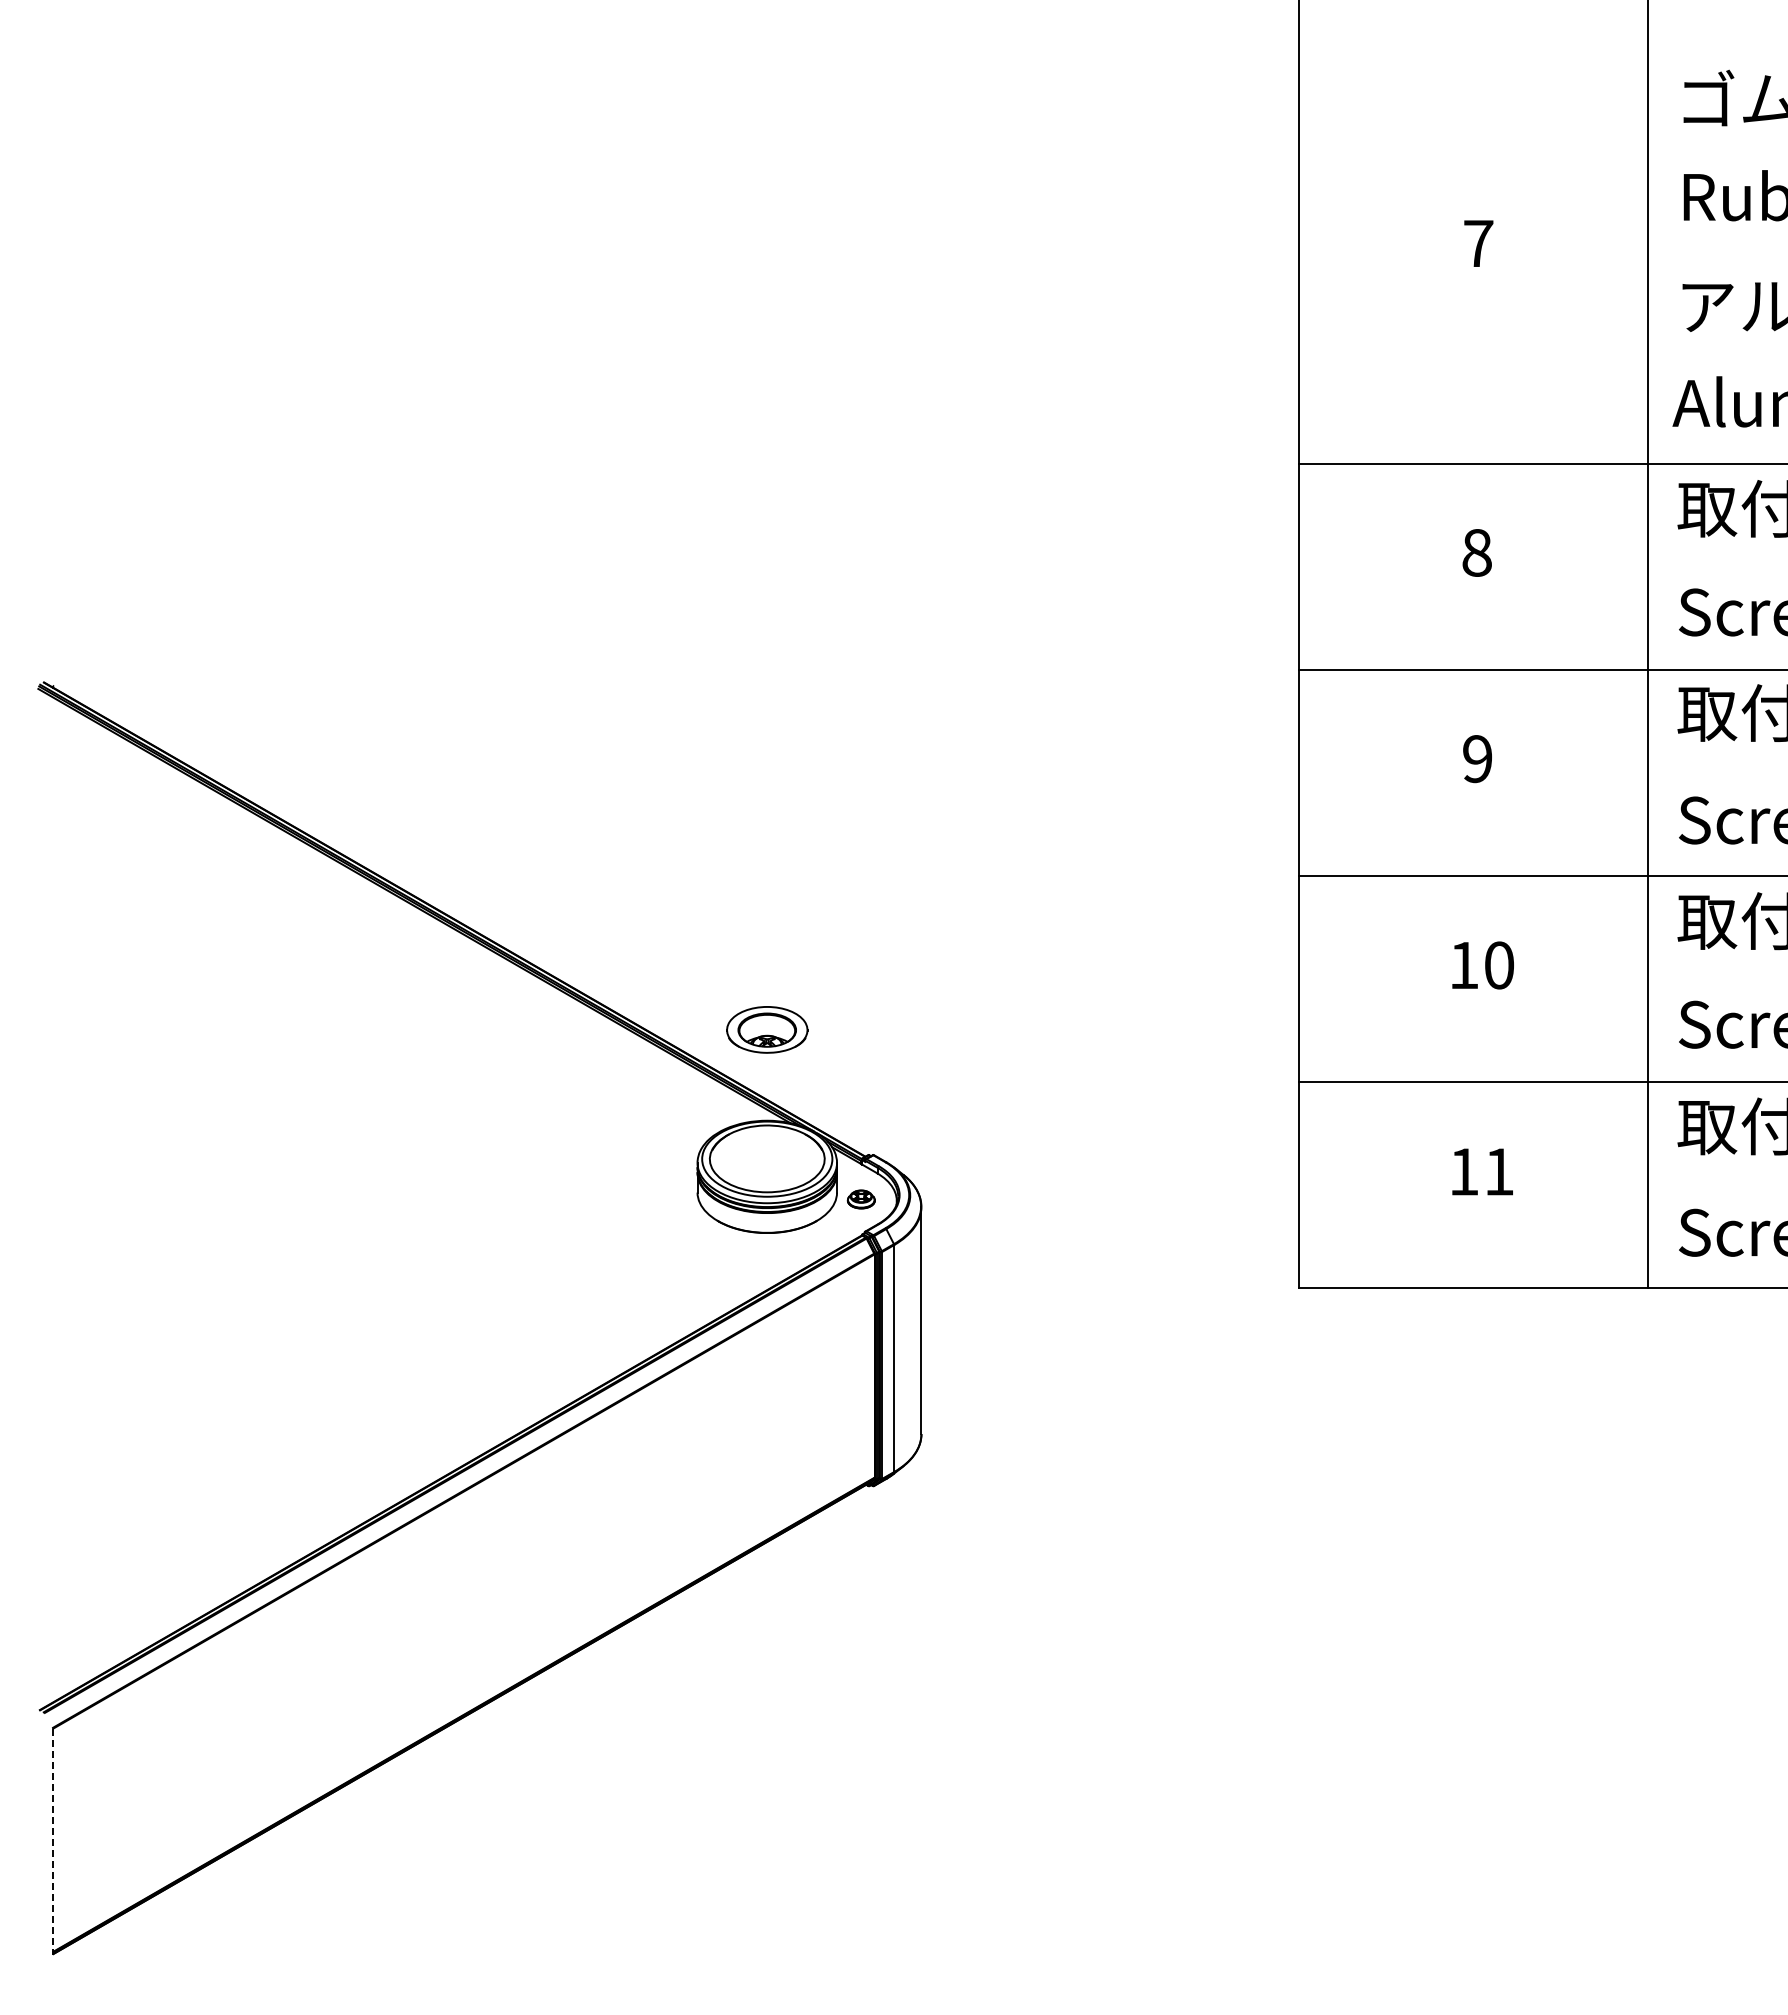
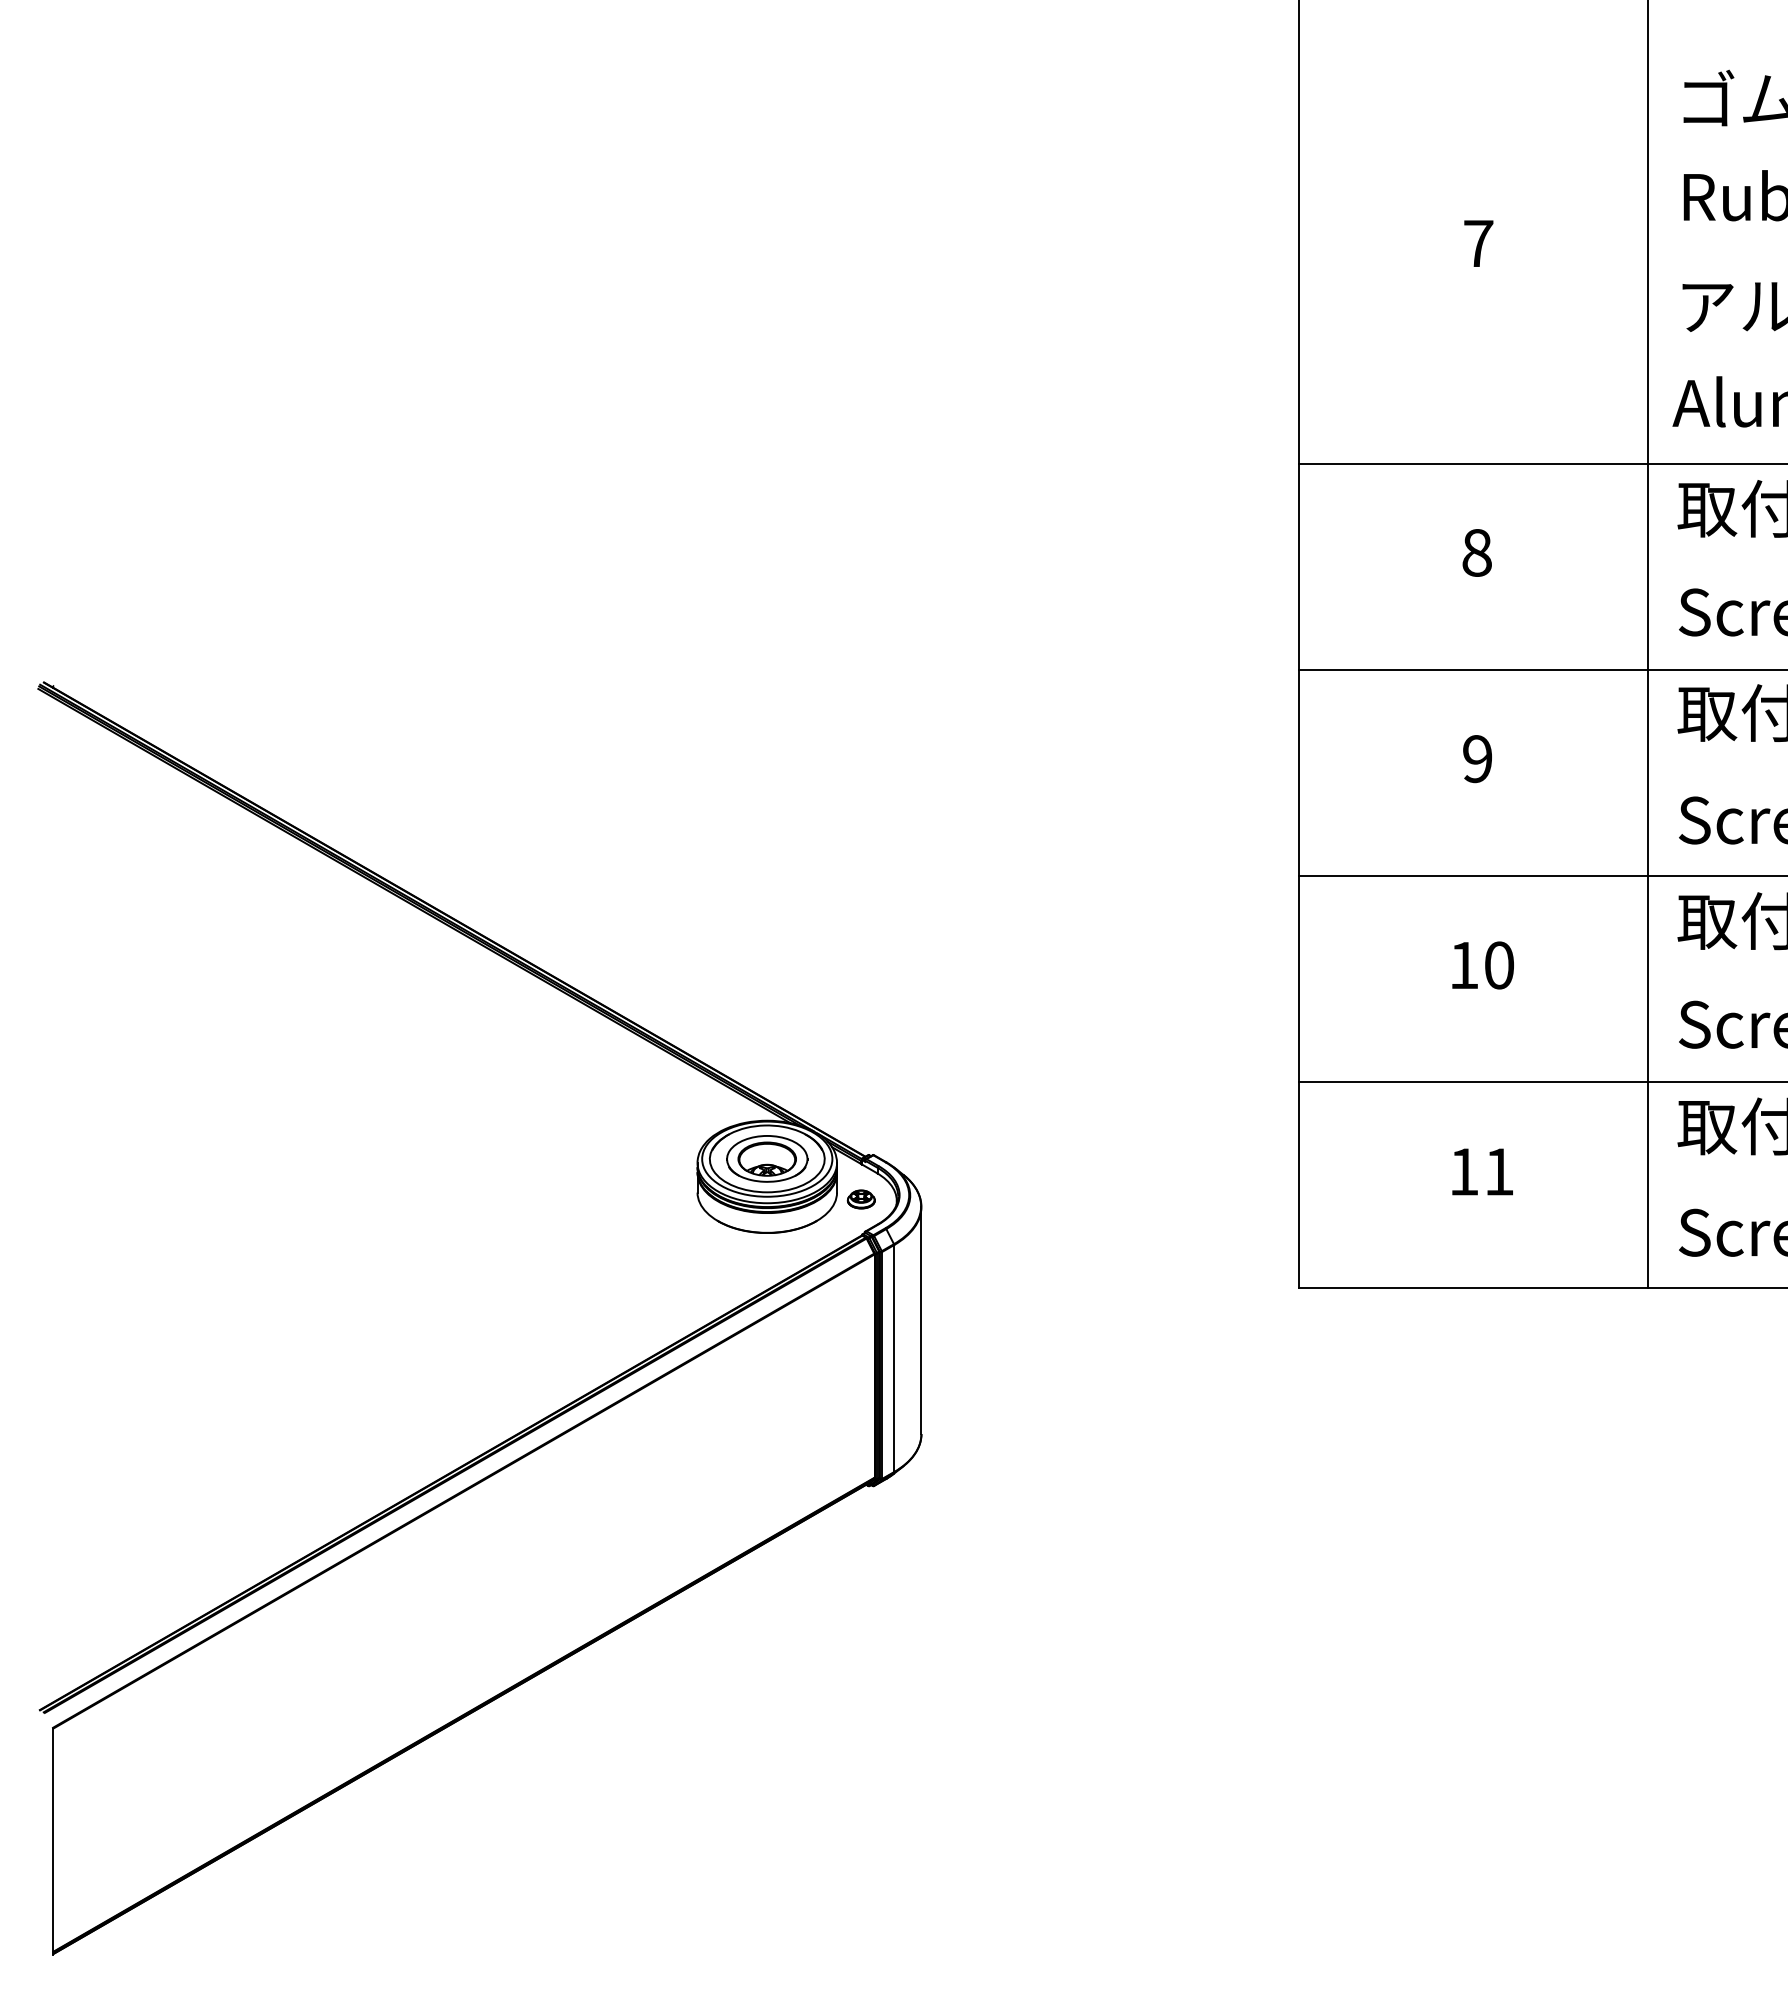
part at (767, 1029) position: (767, 1029) -> (767, 1158)
line at (53, 1841): dashed -> solid
